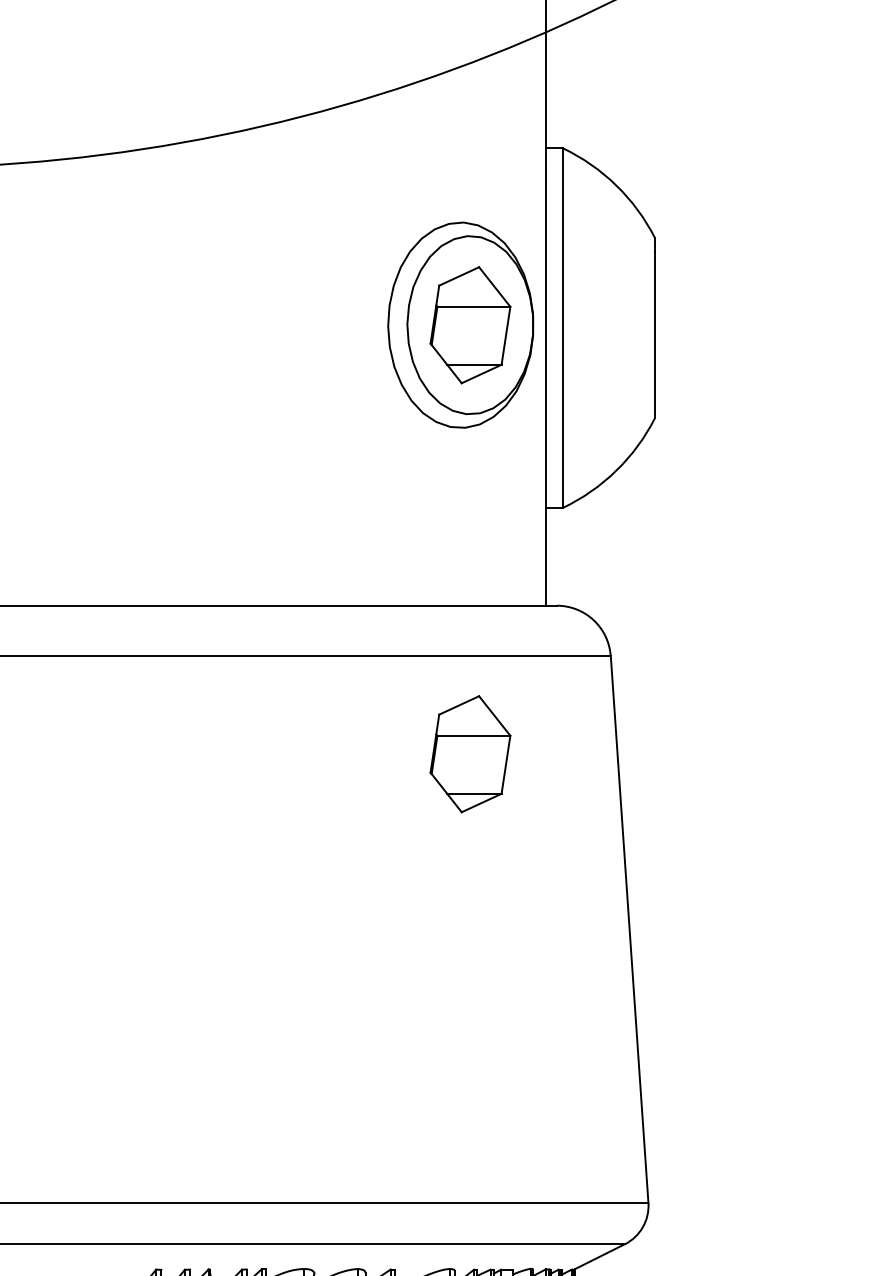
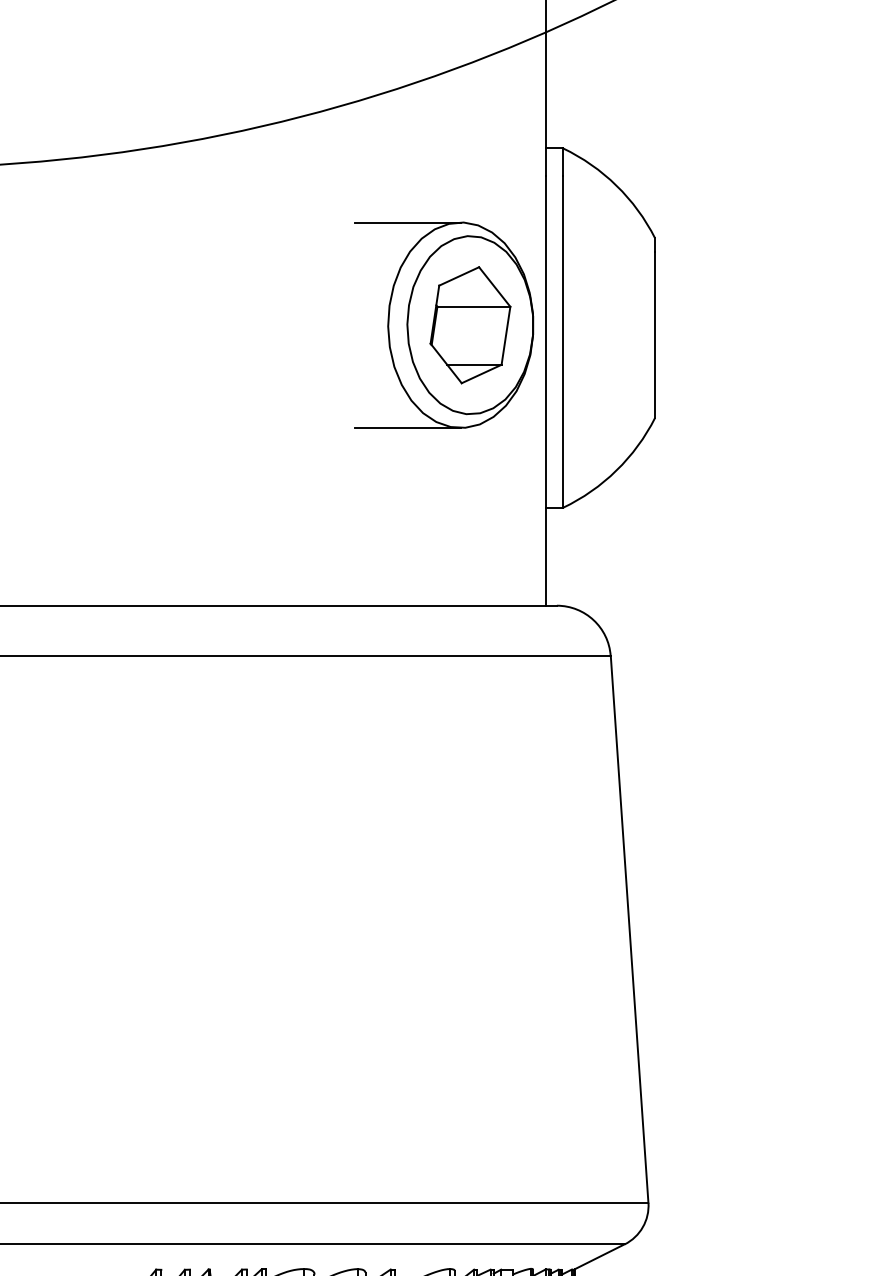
line at (407, 222): none -> present
line at (407, 427): none -> present
part at (470, 754): present -> none
